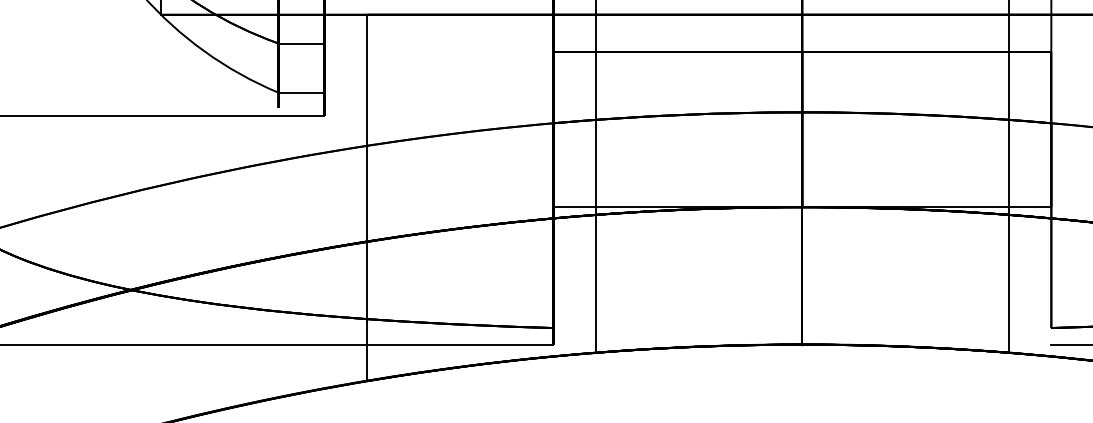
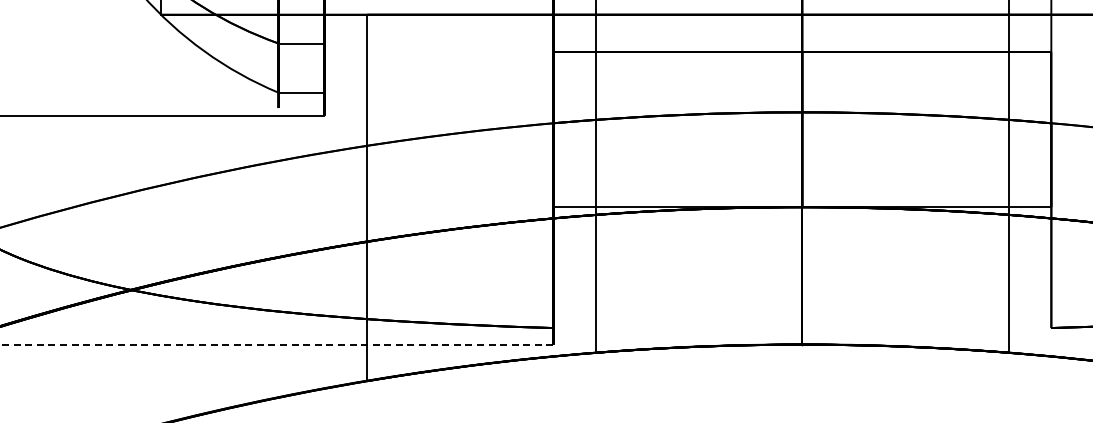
line at (276, 344): solid -> dashed
line at (1070, 344): present -> none
